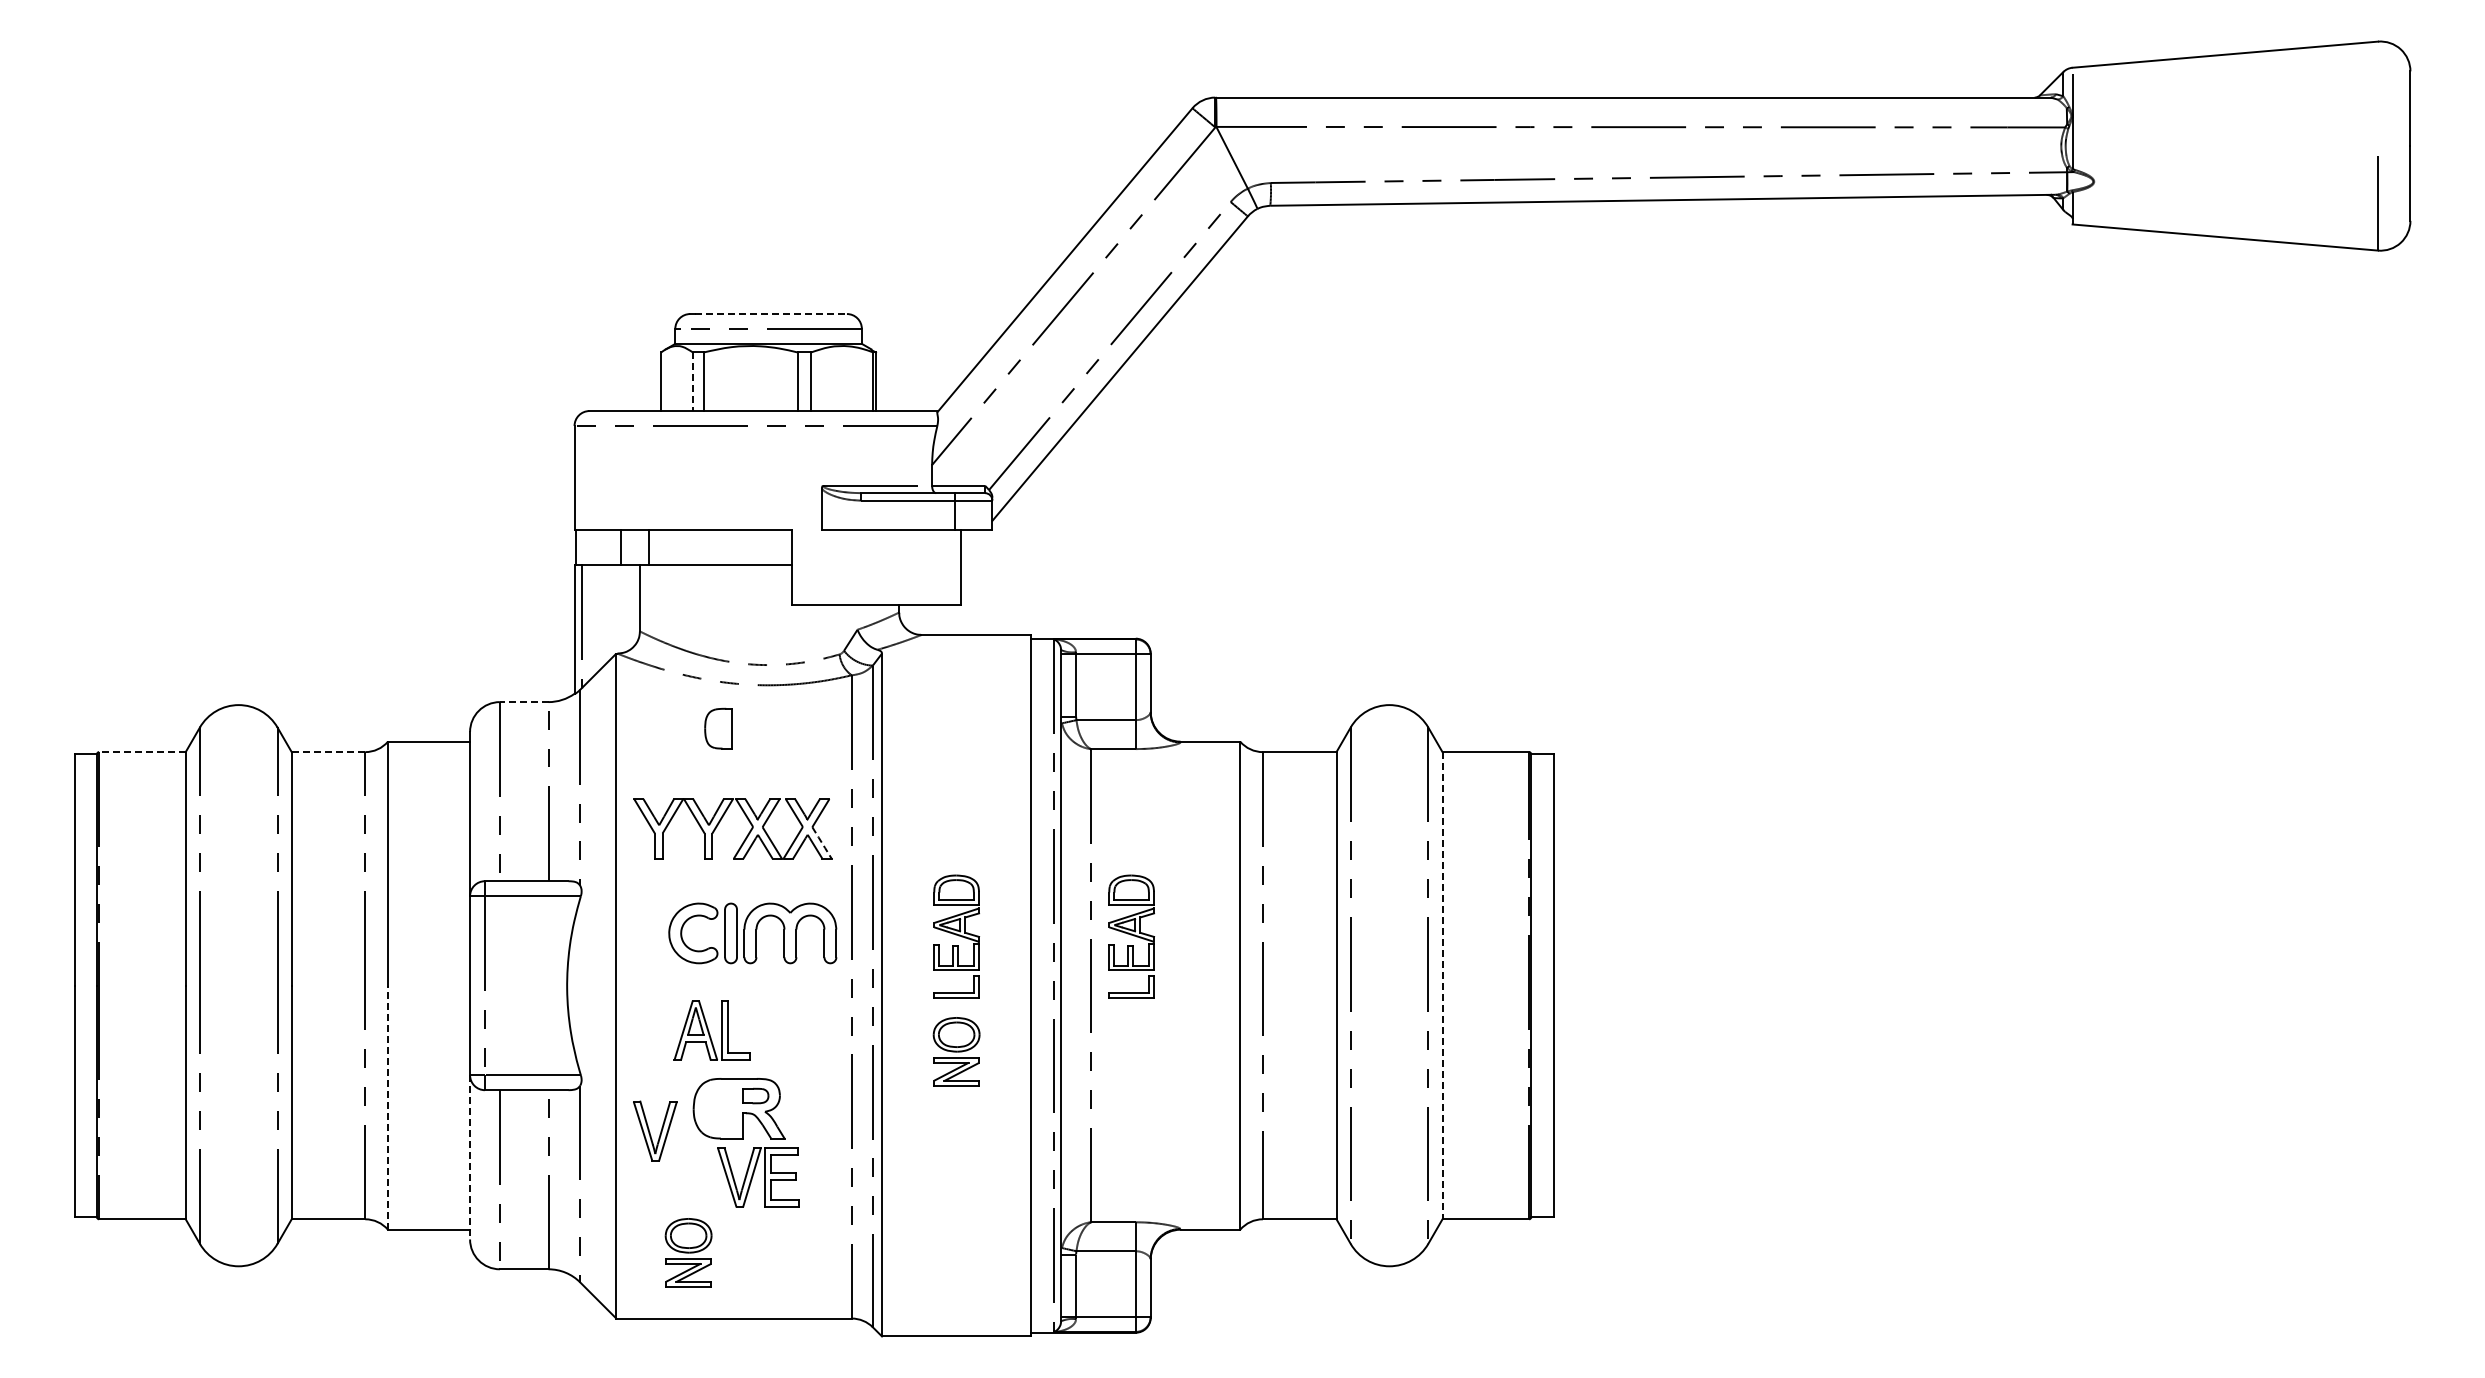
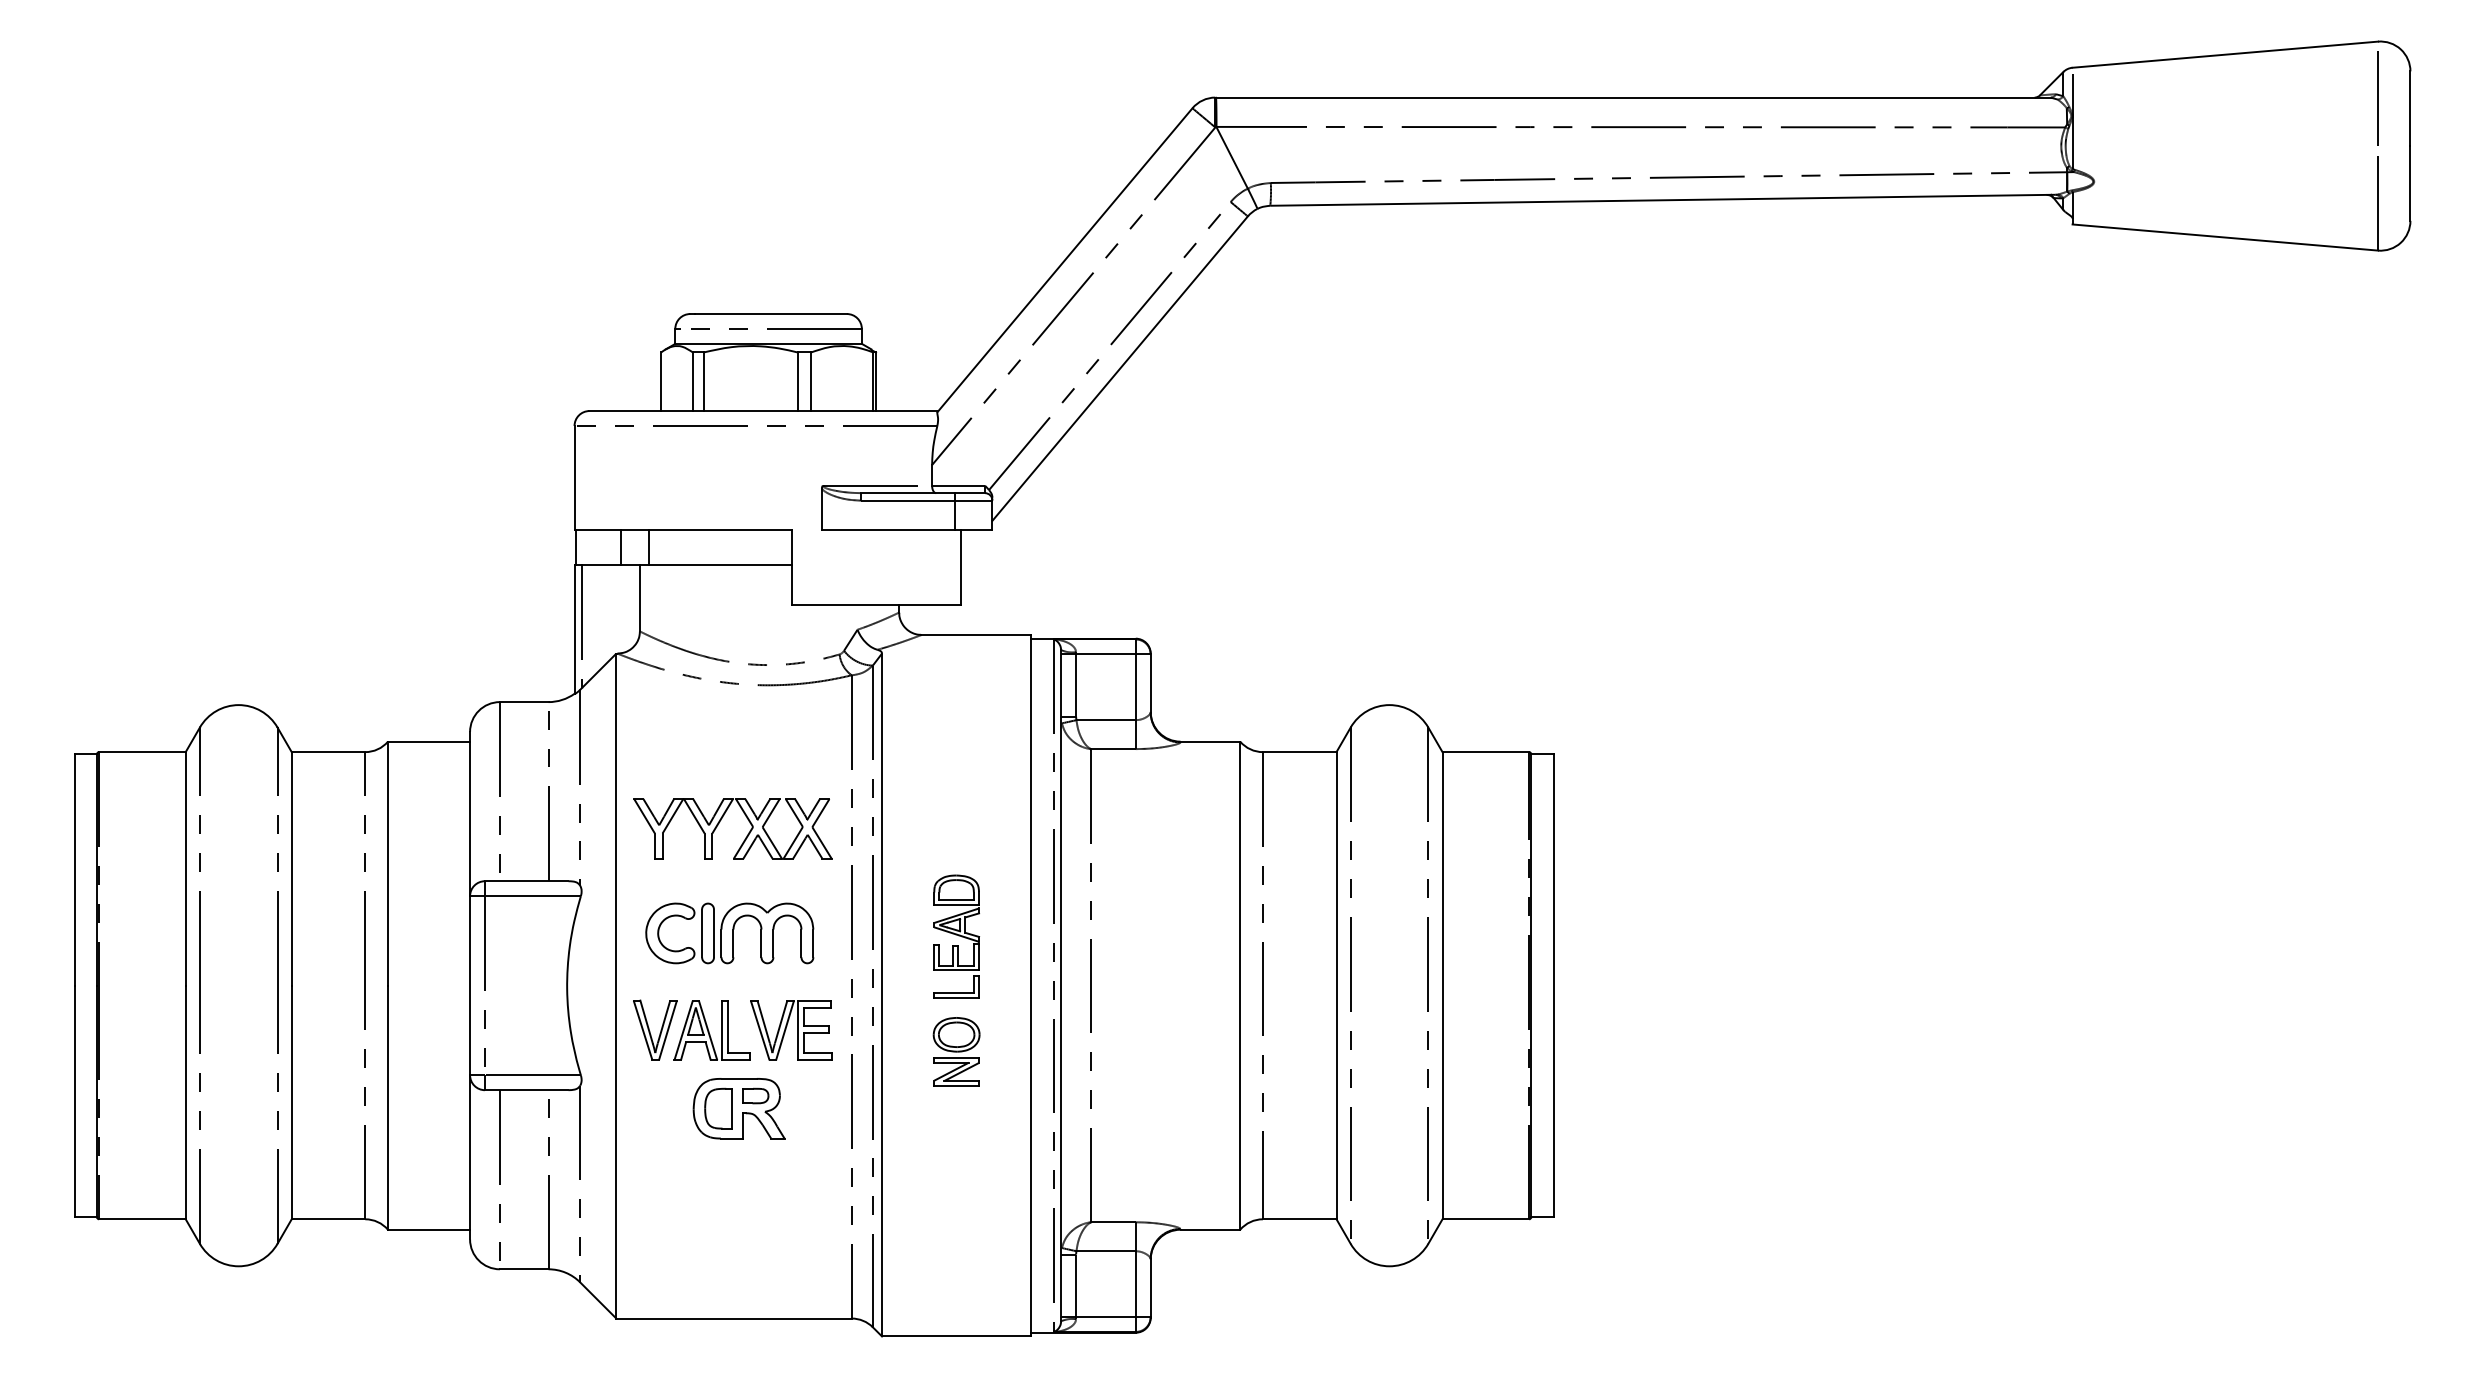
line at (2377, 98): none -> present
line at (771, 314): dashed -> solid
line at (692, 382): dashed -> solid
line at (523, 702): dashed -> solid
part at (718, 728) position: (718, 728) -> (718, 1108)
line at (141, 752): dashed -> solid
line at (328, 752): dashed -> solid
line at (822, 843): dashed -> solid
part at (752, 933) position: (752, 933) -> (729, 933)
part at (1131, 936): present -> none
line at (1442, 985): dashed -> solid
line at (387, 1107): dashed -> solid
part at (655, 1130) position: (655, 1130) -> (655, 1029)
line at (470, 1157): dashed -> solid
part at (758, 1177) position: (758, 1177) -> (791, 1030)
part at (688, 1252): present -> none
